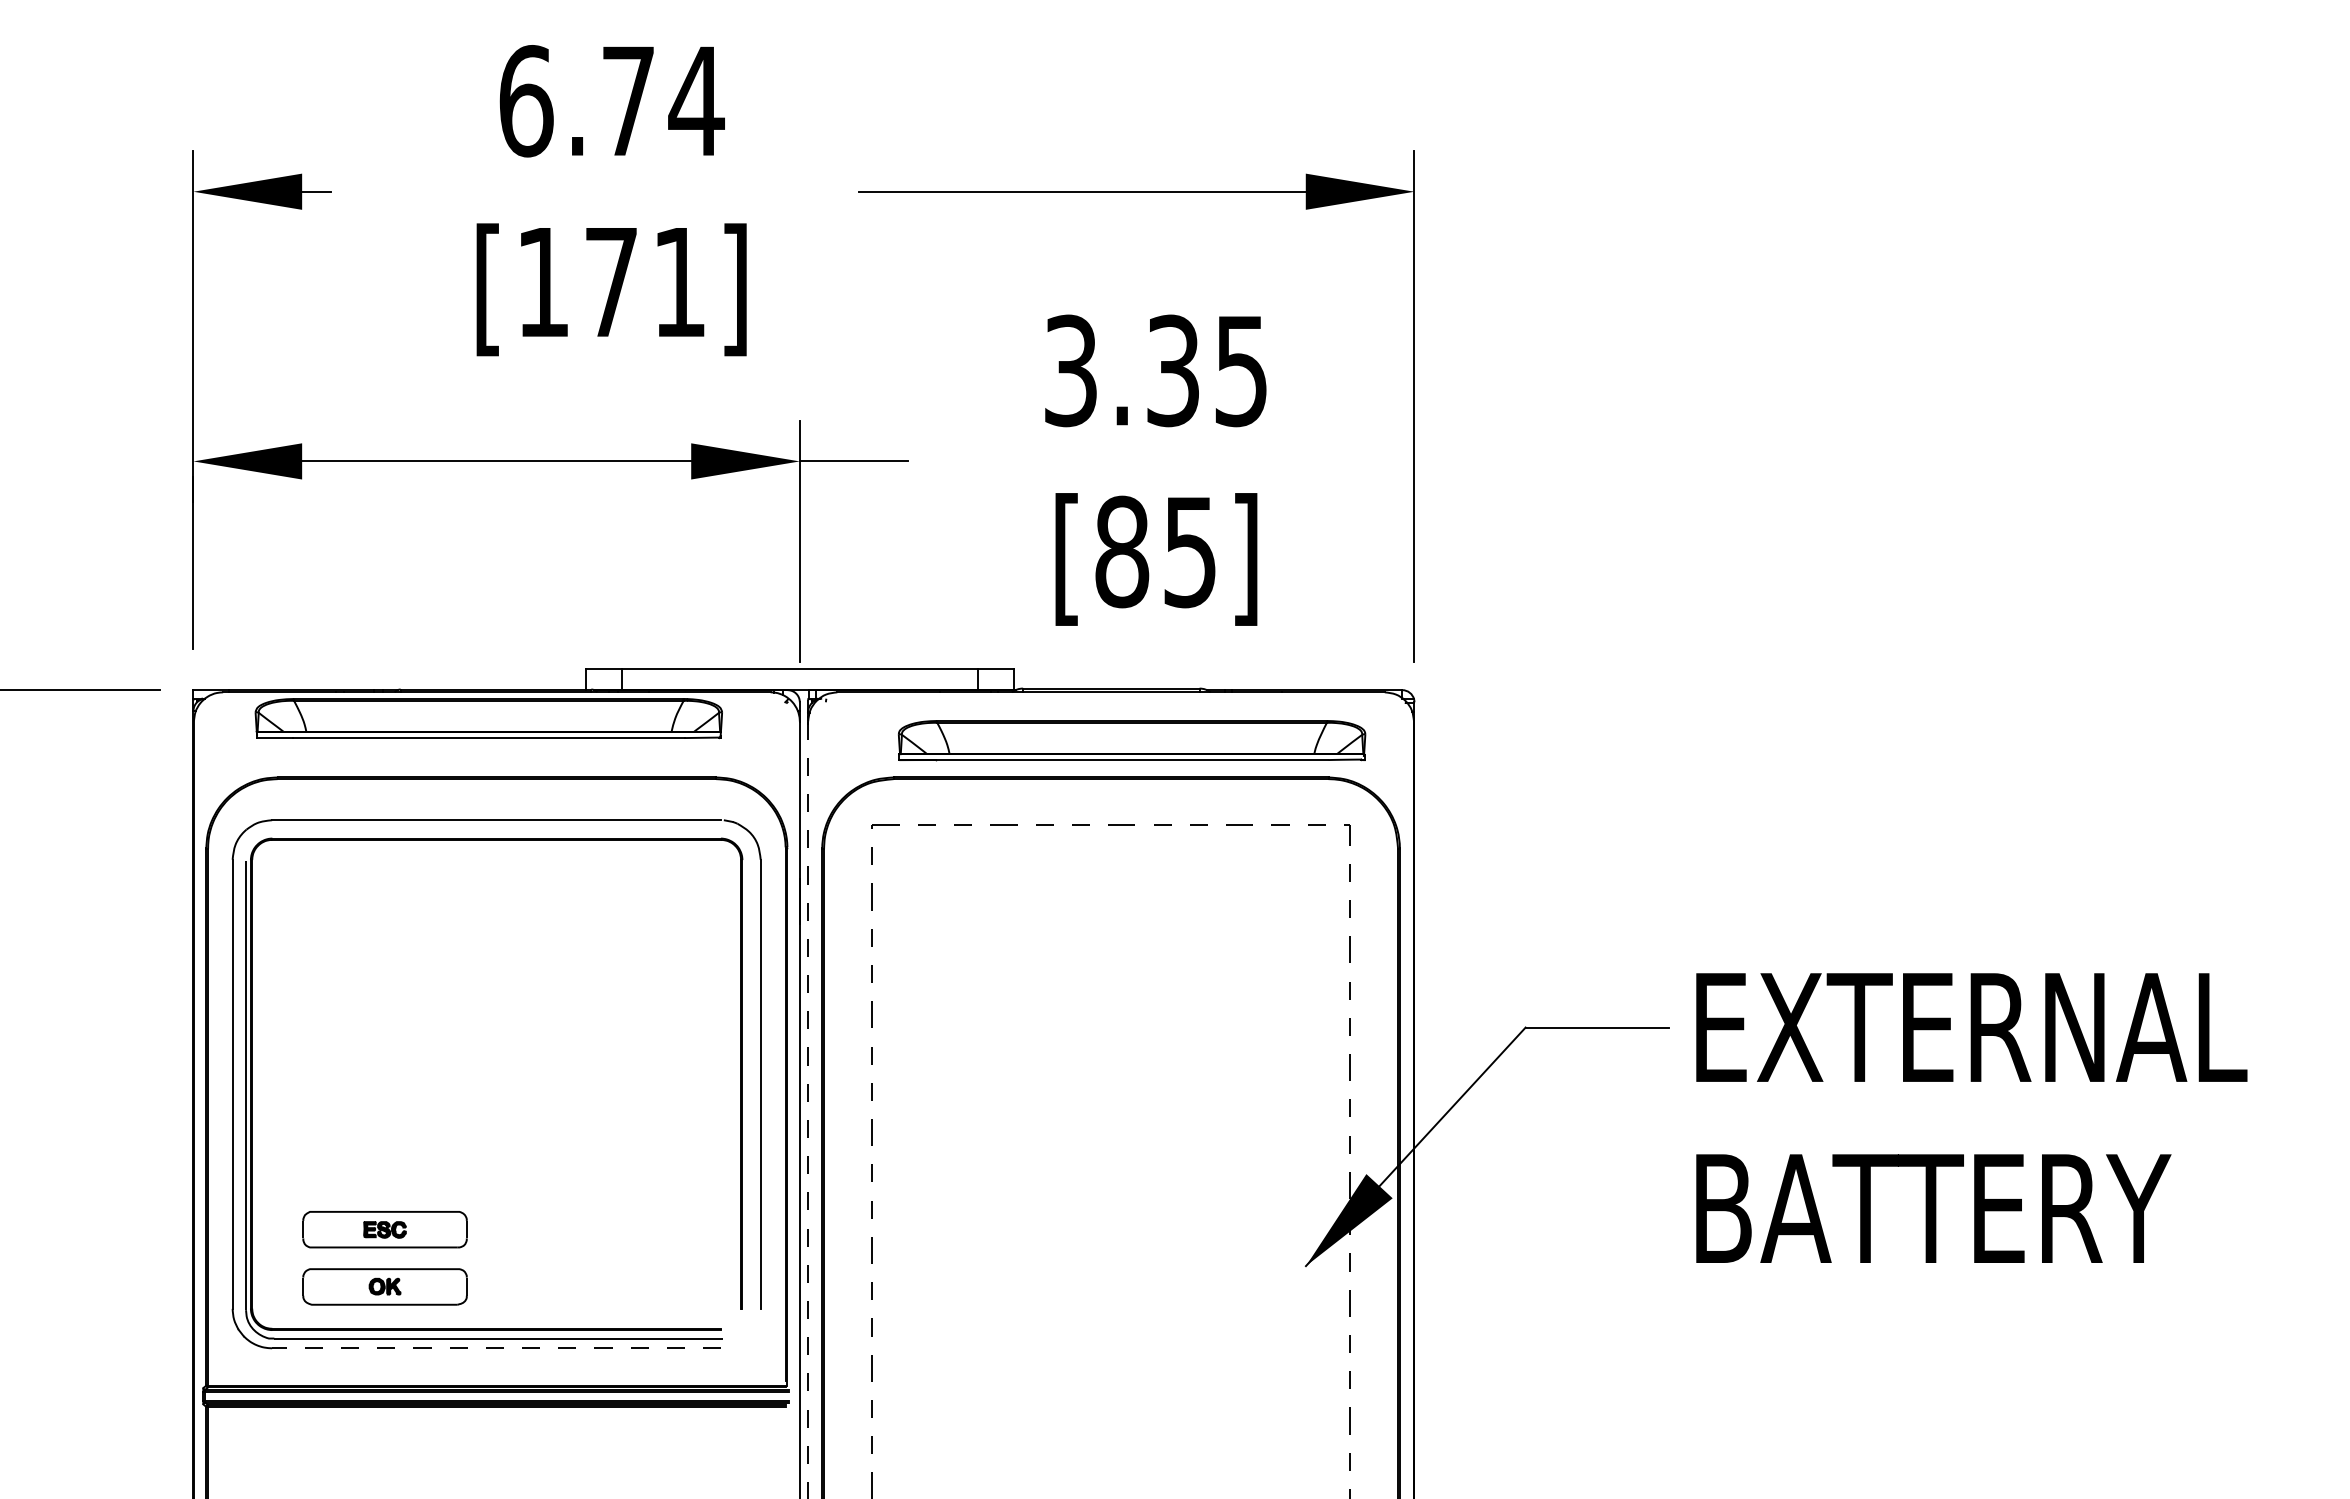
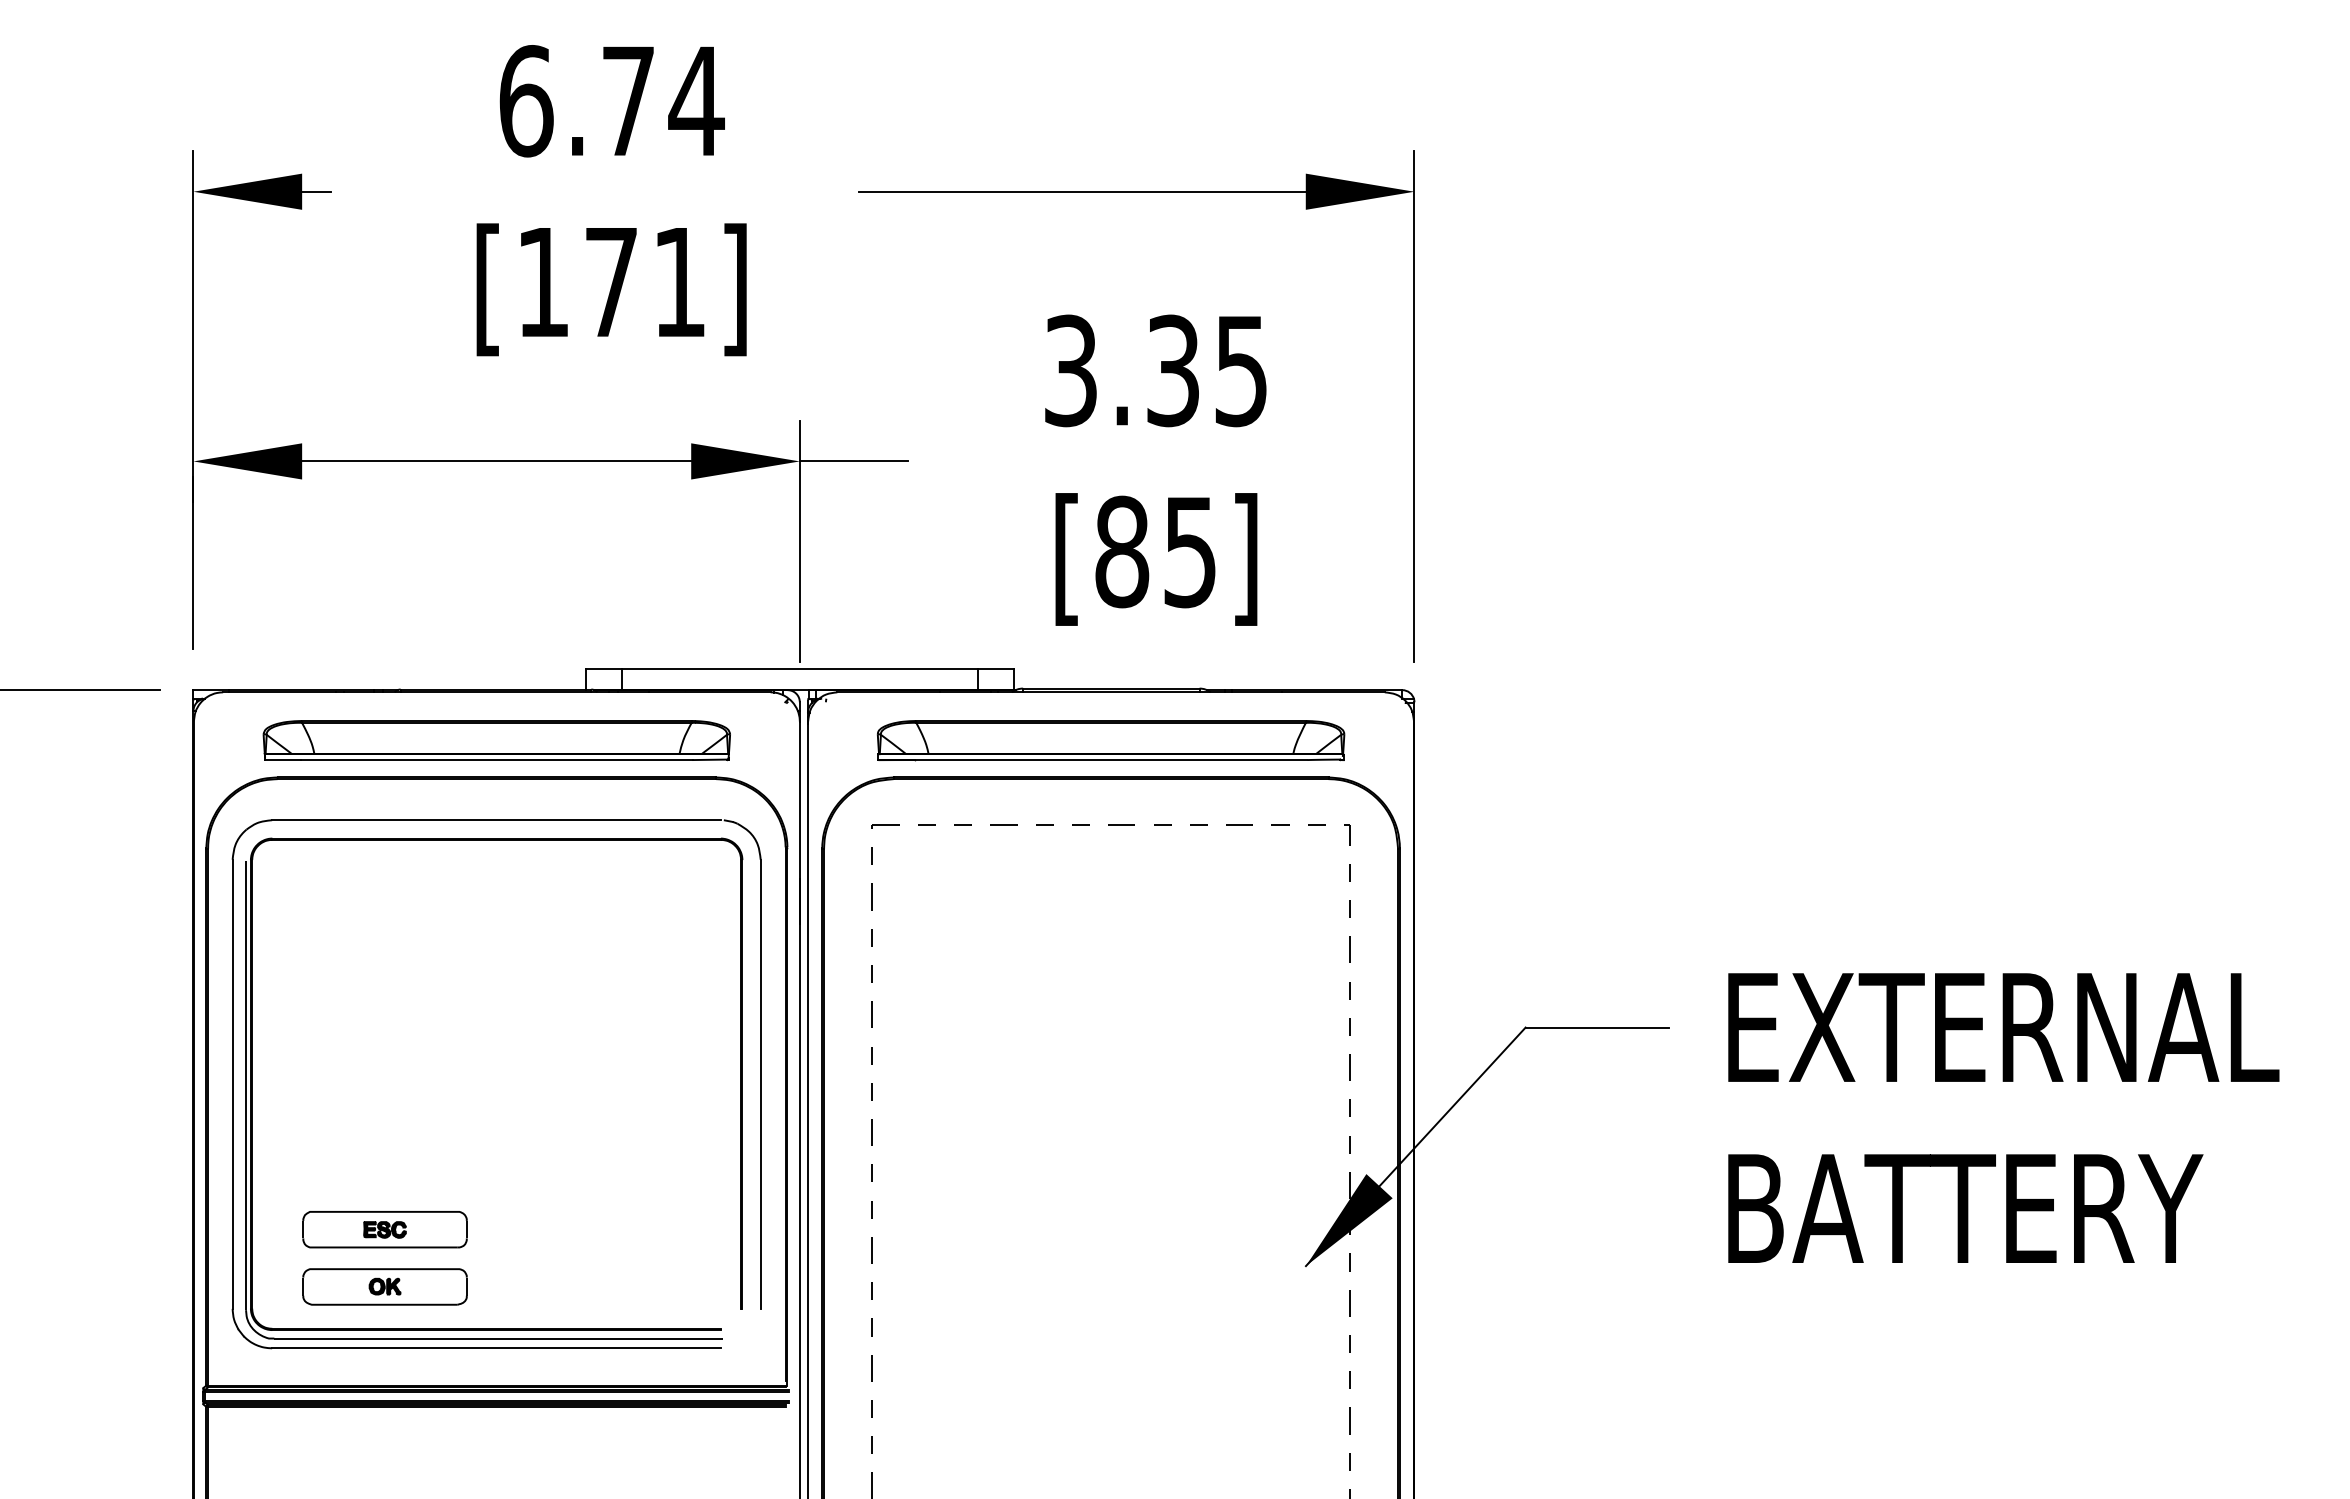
part at (488, 718) position: (488, 718) -> (496, 740)
part at (1131, 740) position: (1131, 740) -> (1110, 740)
line at (808, 1110): dashed -> solid
text at (1971, 1117) position: (1971, 1117) -> (2003, 1117)
line at (496, 1348): dashed -> solid
